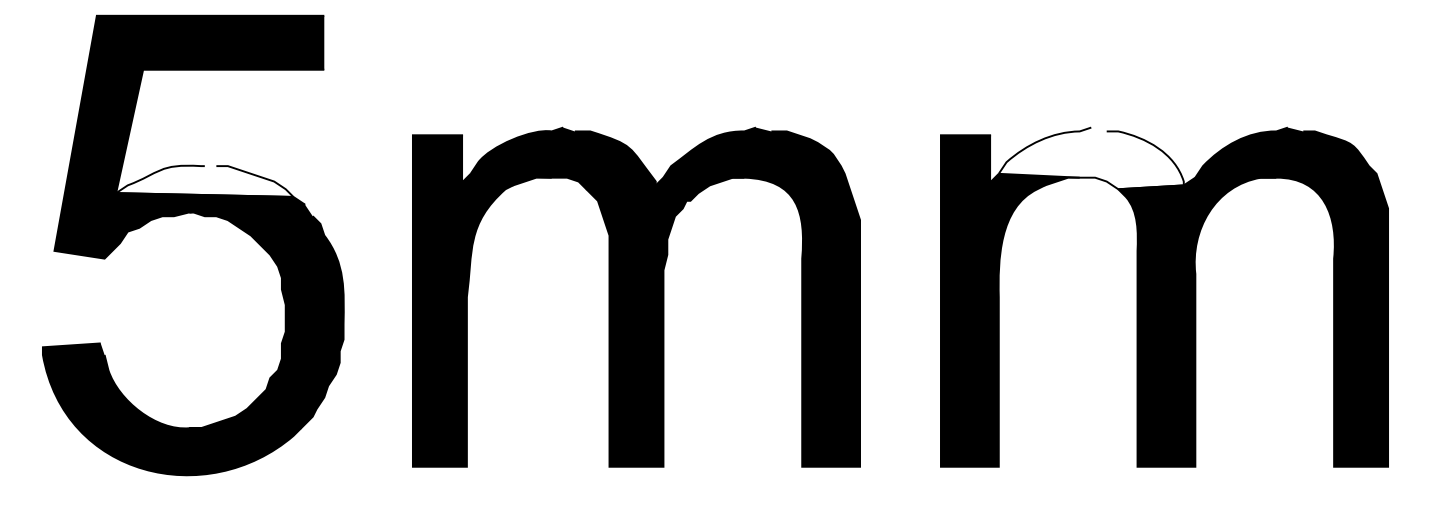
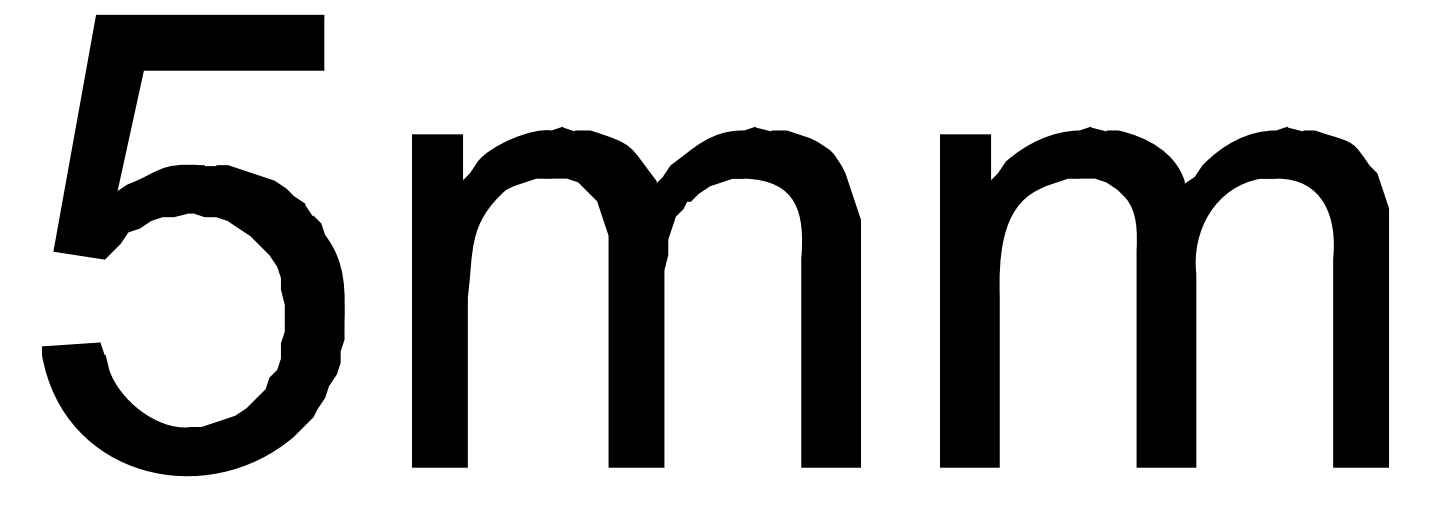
fill at (1090, 158): none -> present
fill at (204, 180): none -> present
